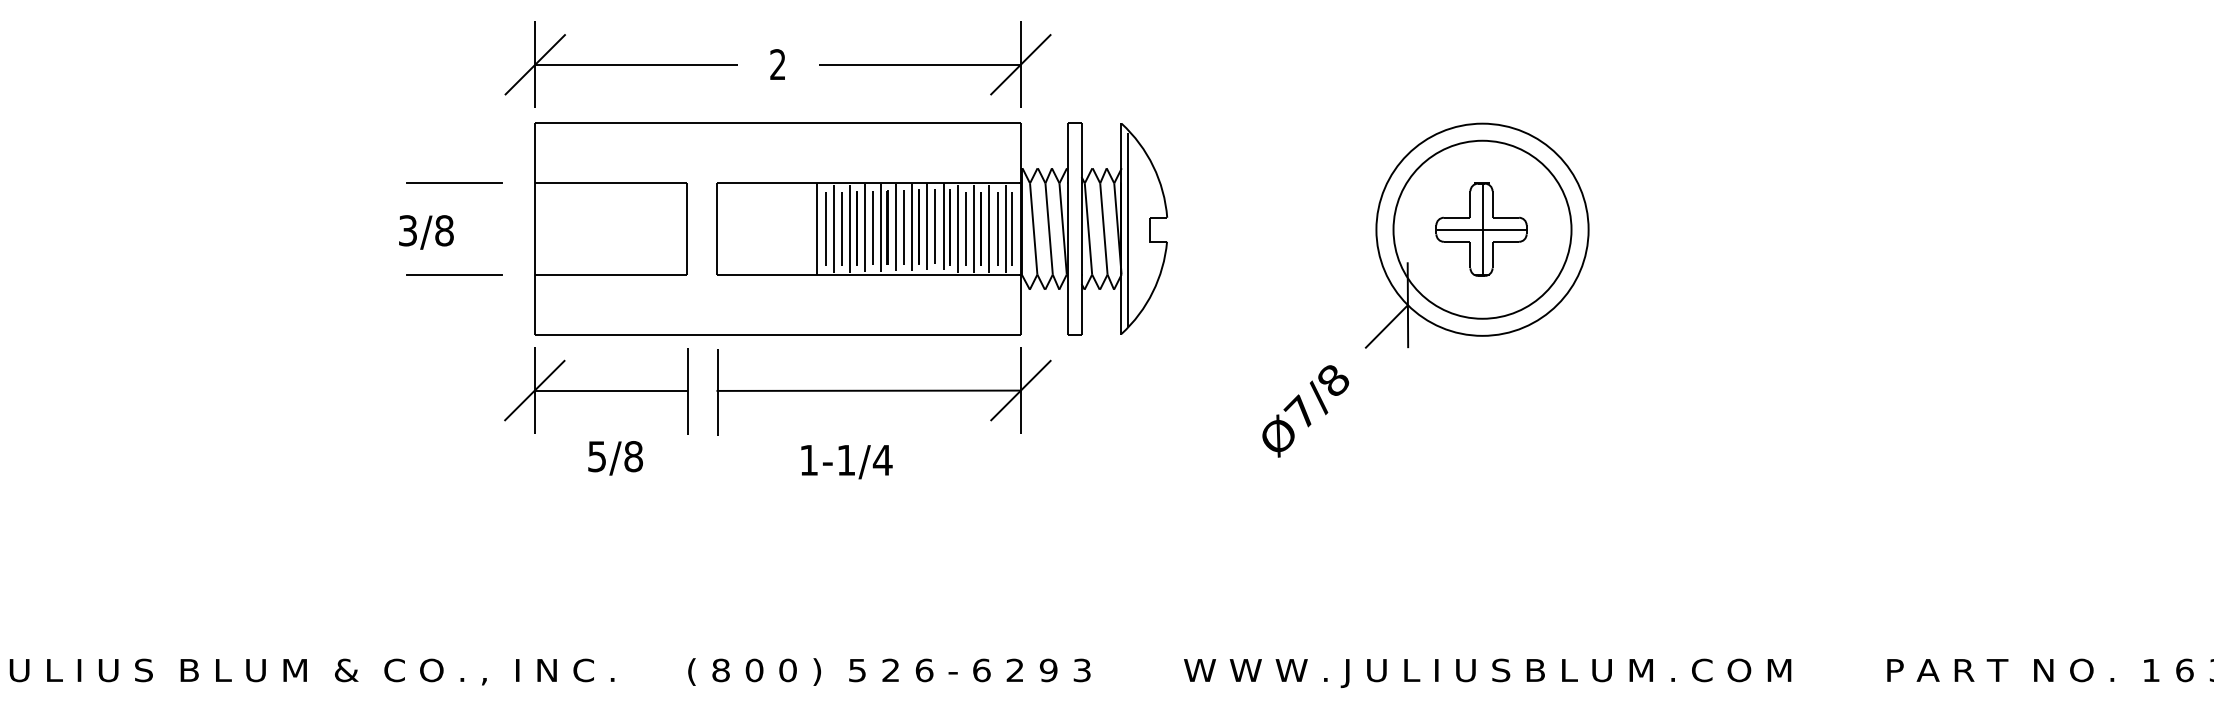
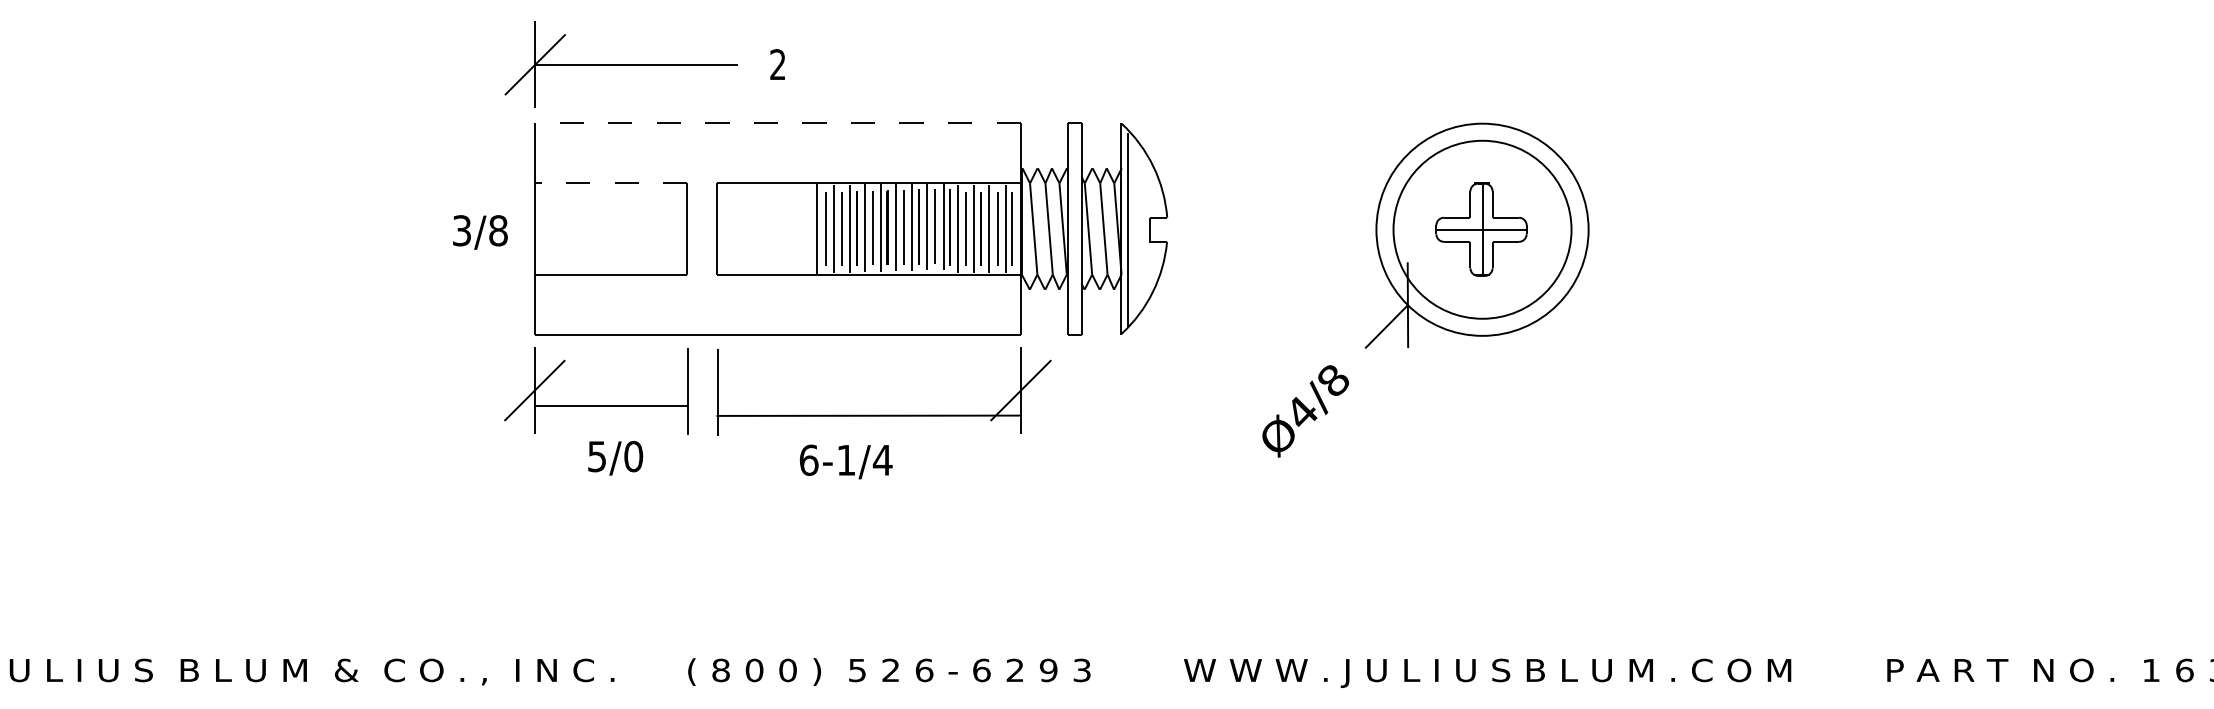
part at (935, 64): present -> none
line at (778, 123): solid -> dashed
line at (454, 182): present -> none
line at (610, 182): solid -> dashed
text at (426, 232) position: (426, 232) -> (480, 232)
line at (454, 274): present -> none
line at (610, 390) position: (610, 390) -> (610, 405)
line at (868, 390) position: (868, 390) -> (868, 415)
text at (1300, 410): Ø7/8 -> Ø4/8
text at (633, 456): 5/8 -> 5/0
text at (808, 459): 1-1/4 -> 6-1/4
